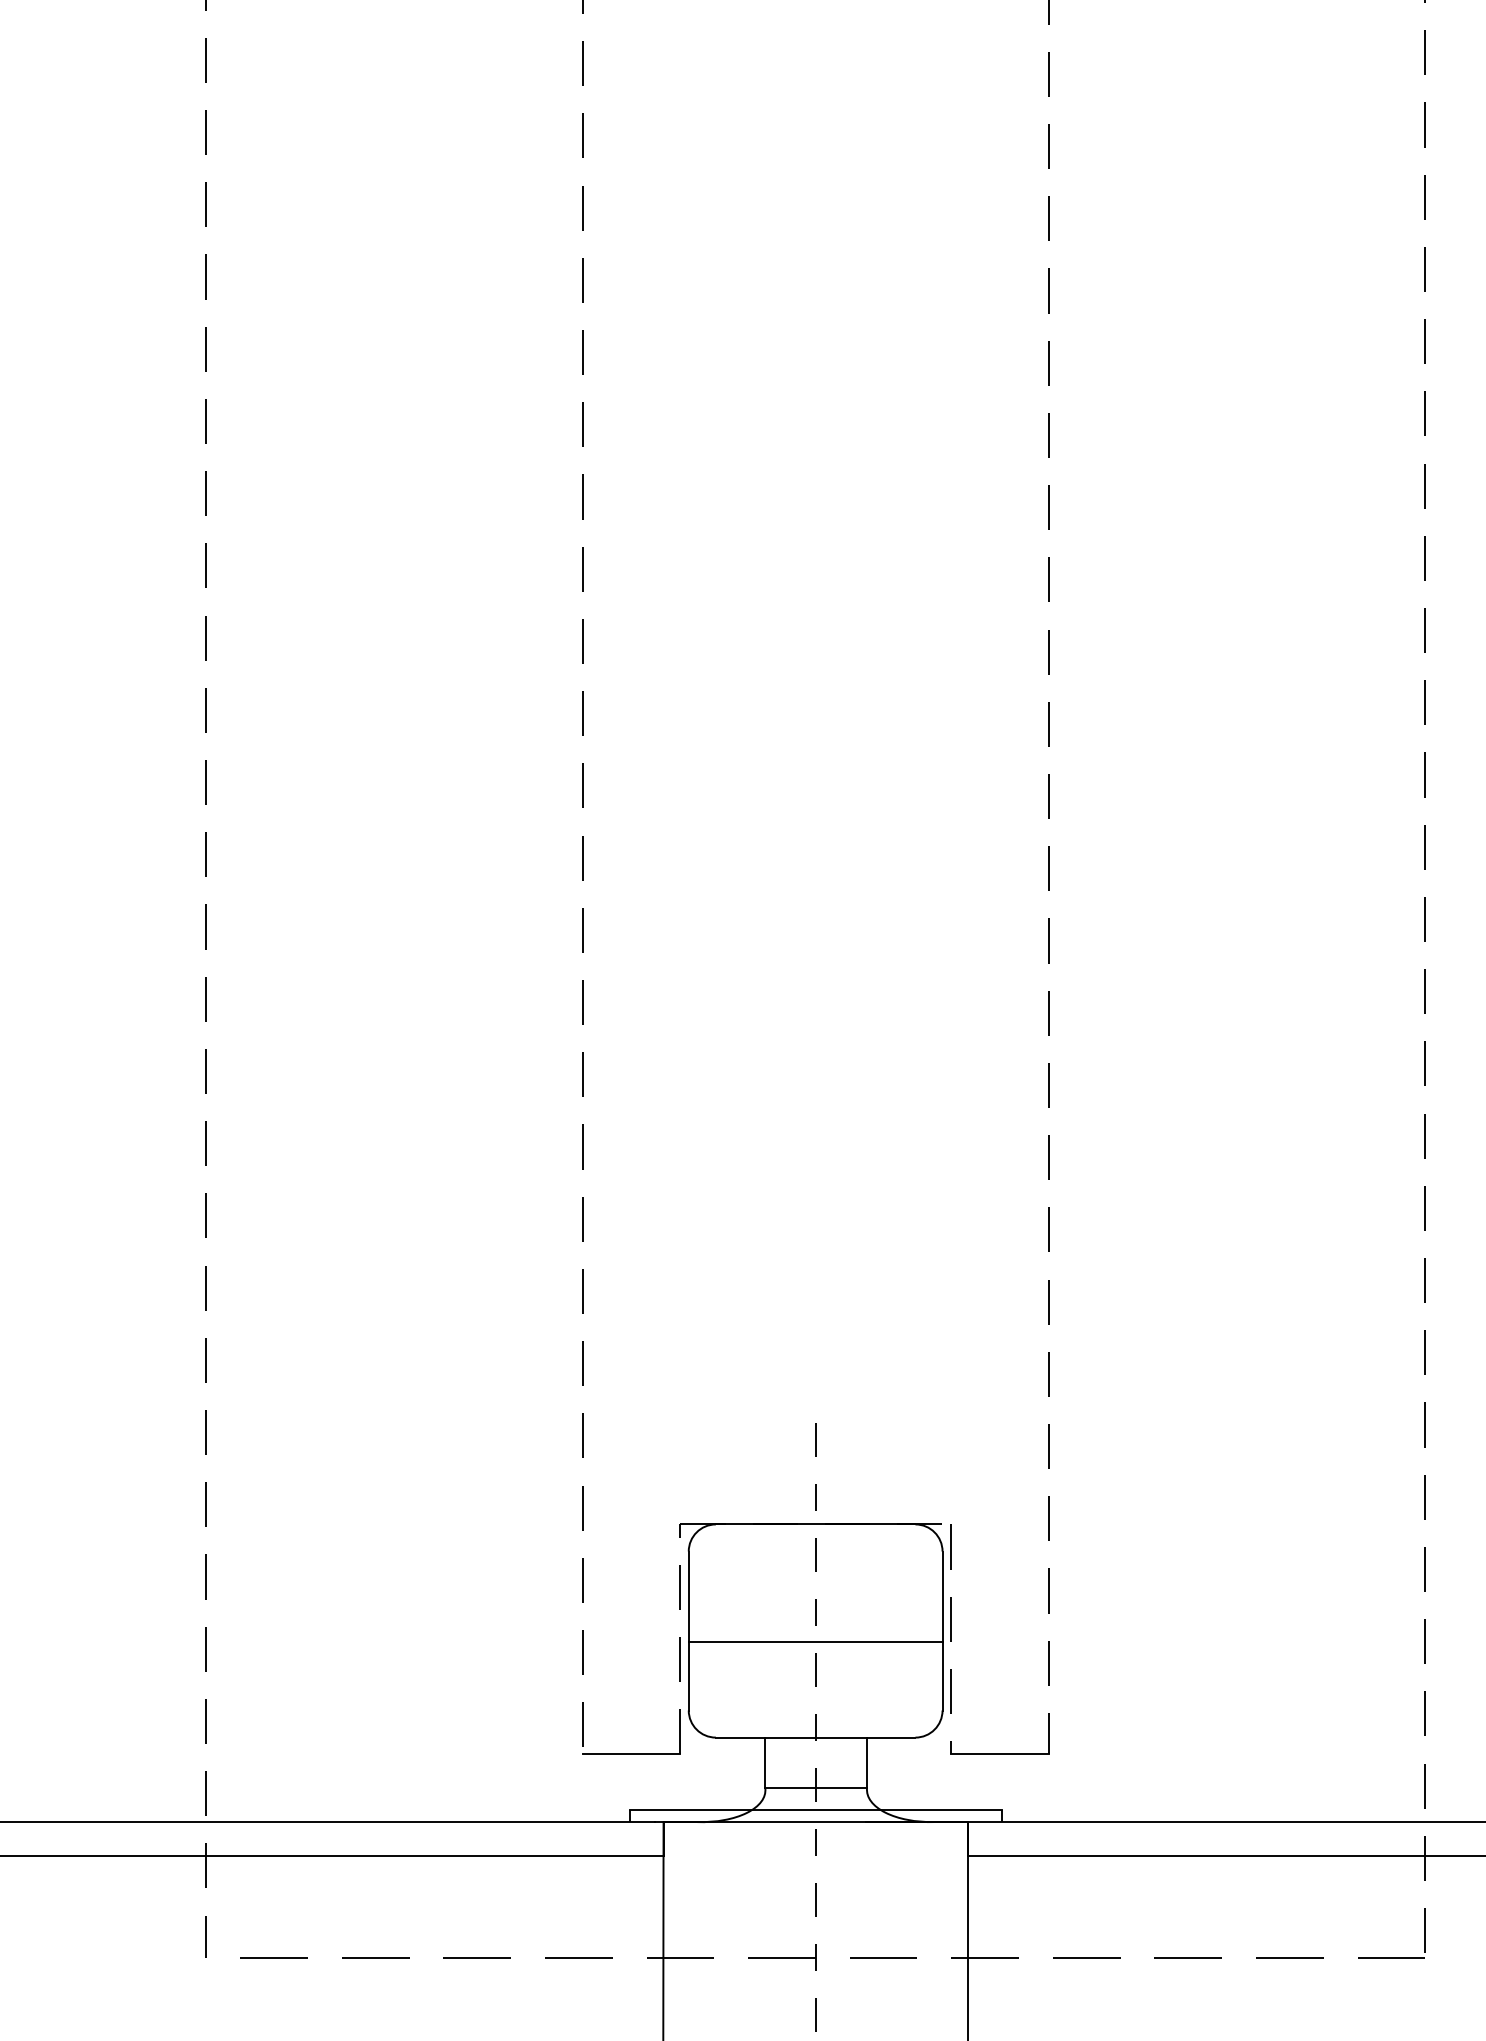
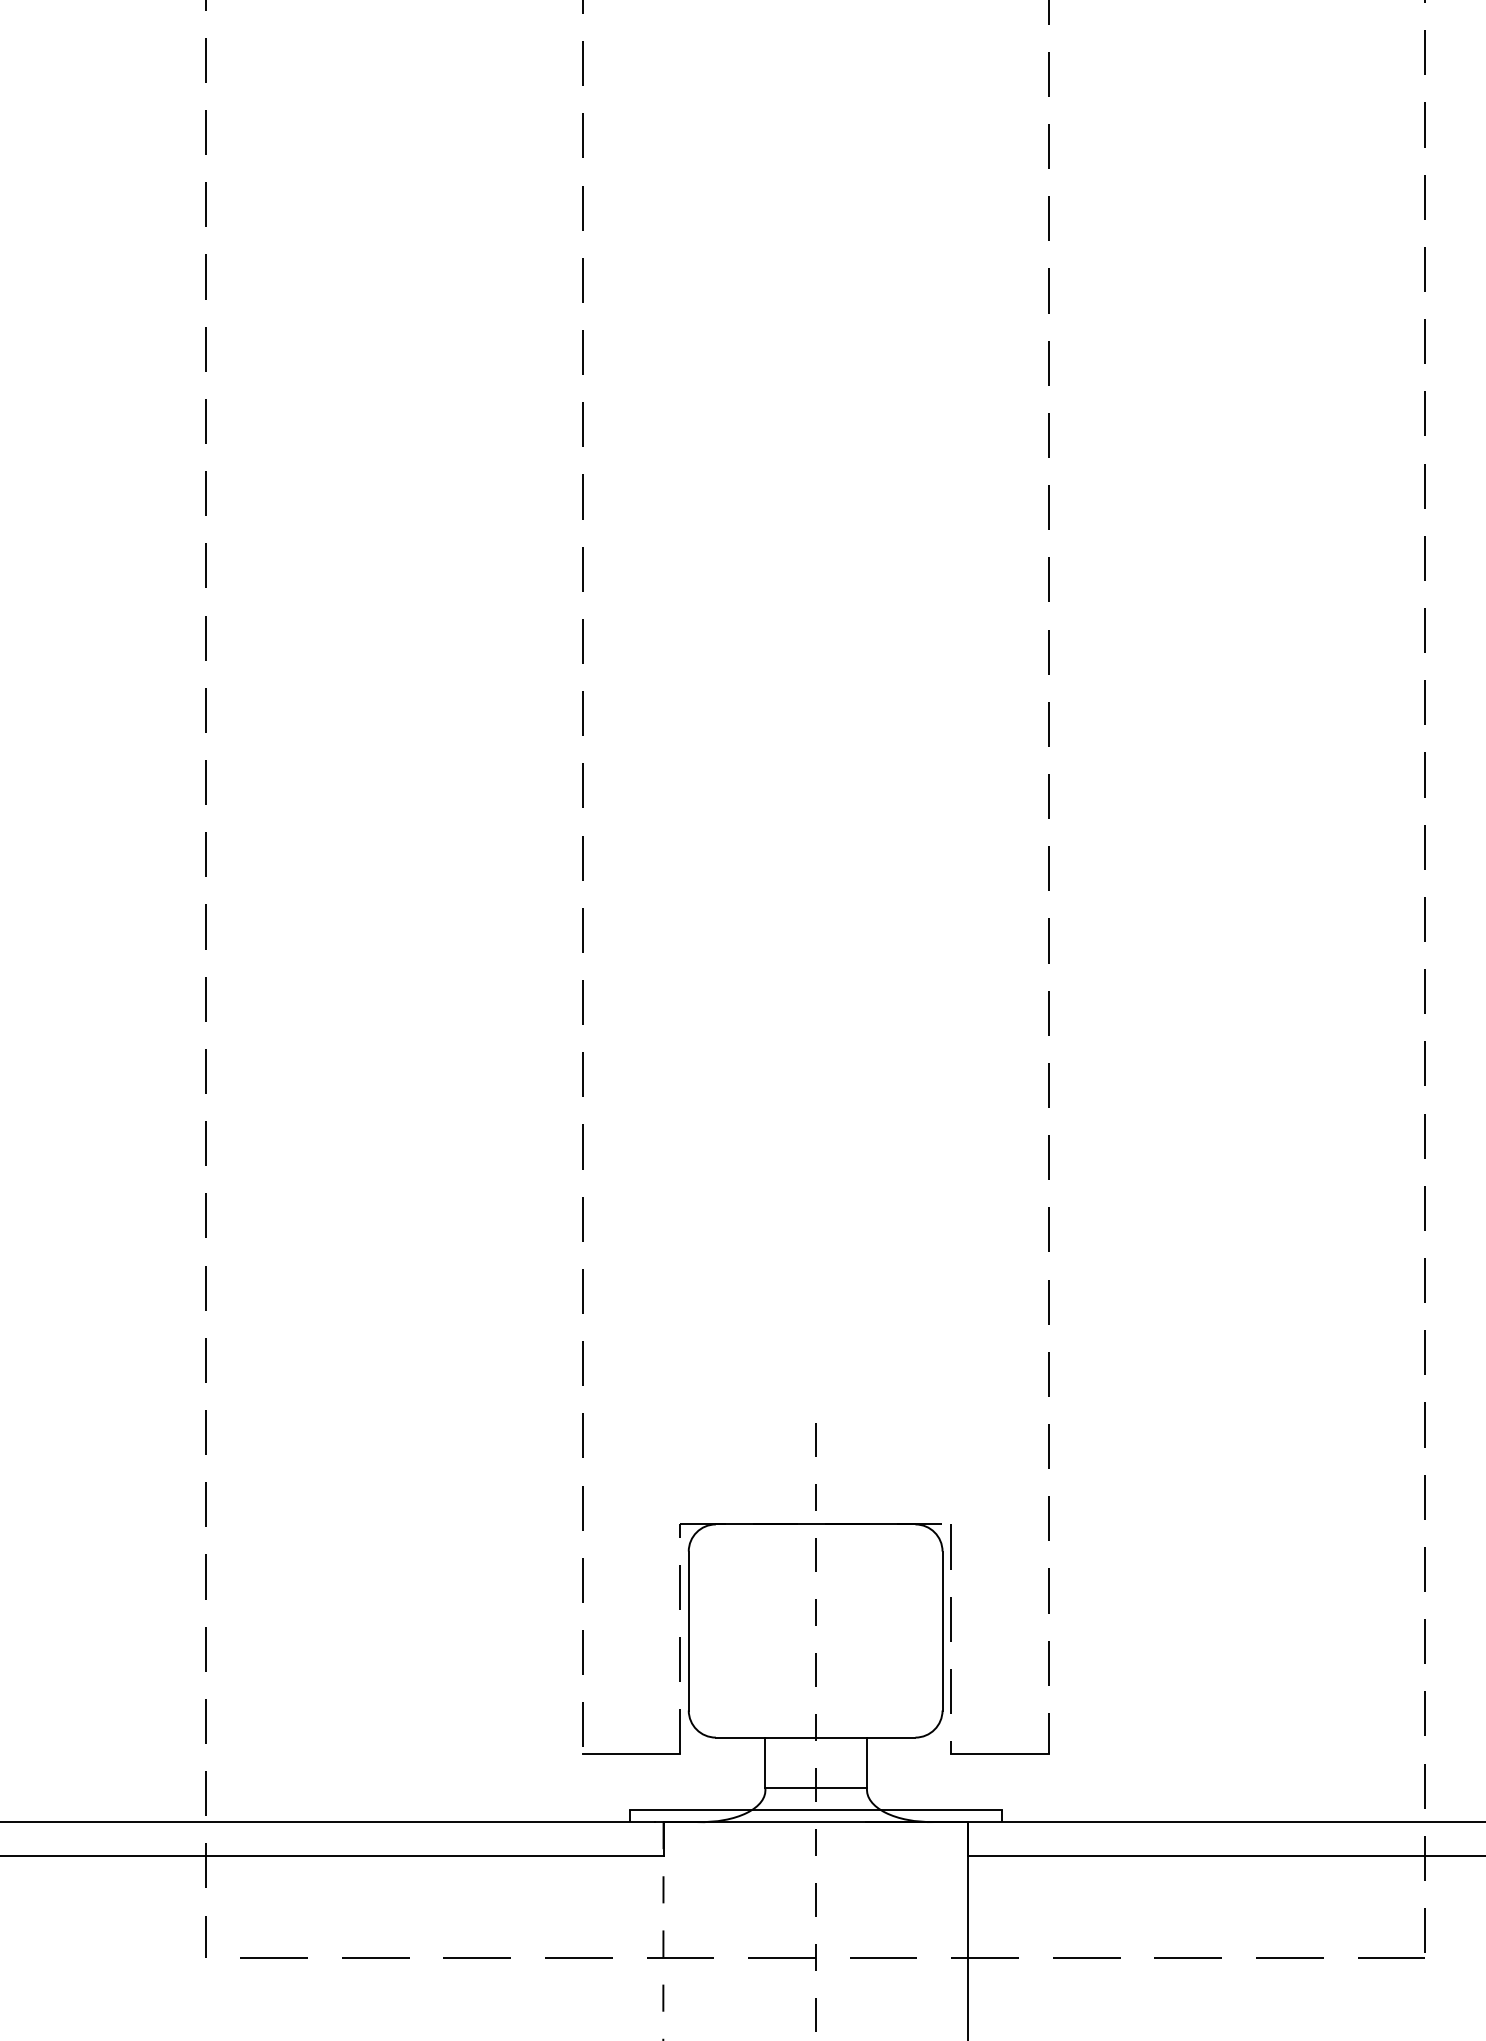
line at (815, 1641): present -> none
line at (663, 1931): solid -> dashed
